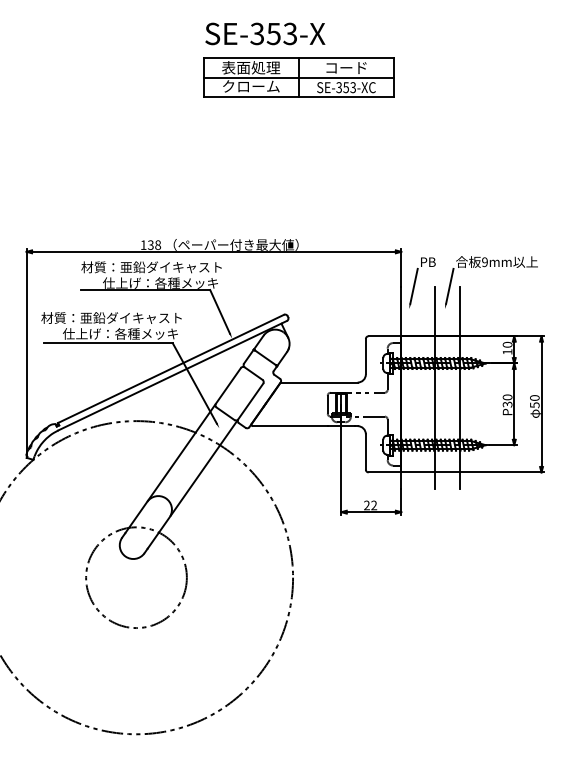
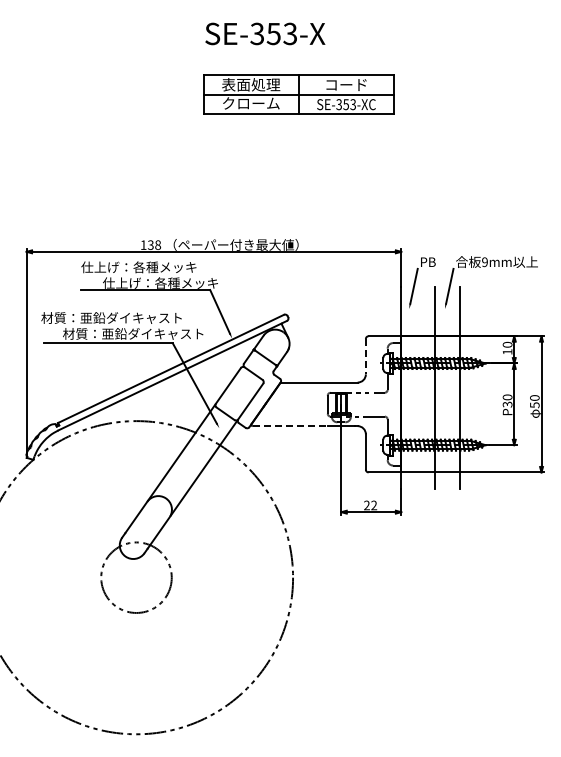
part at (298, 77) position: (298, 77) -> (298, 94)
text at (151, 267): 材質：亜鉛ダイキャスト -> 仕上げ：各種メッキ
text at (133, 333): 仕上げ：各種メッキ -> 材質：亜鉛ダイキャスト
line at (365, 356): solid -> dashed
line at (290, 426): solid -> dashed
circle at (136, 577) diameter: 101 px -> 71 px
